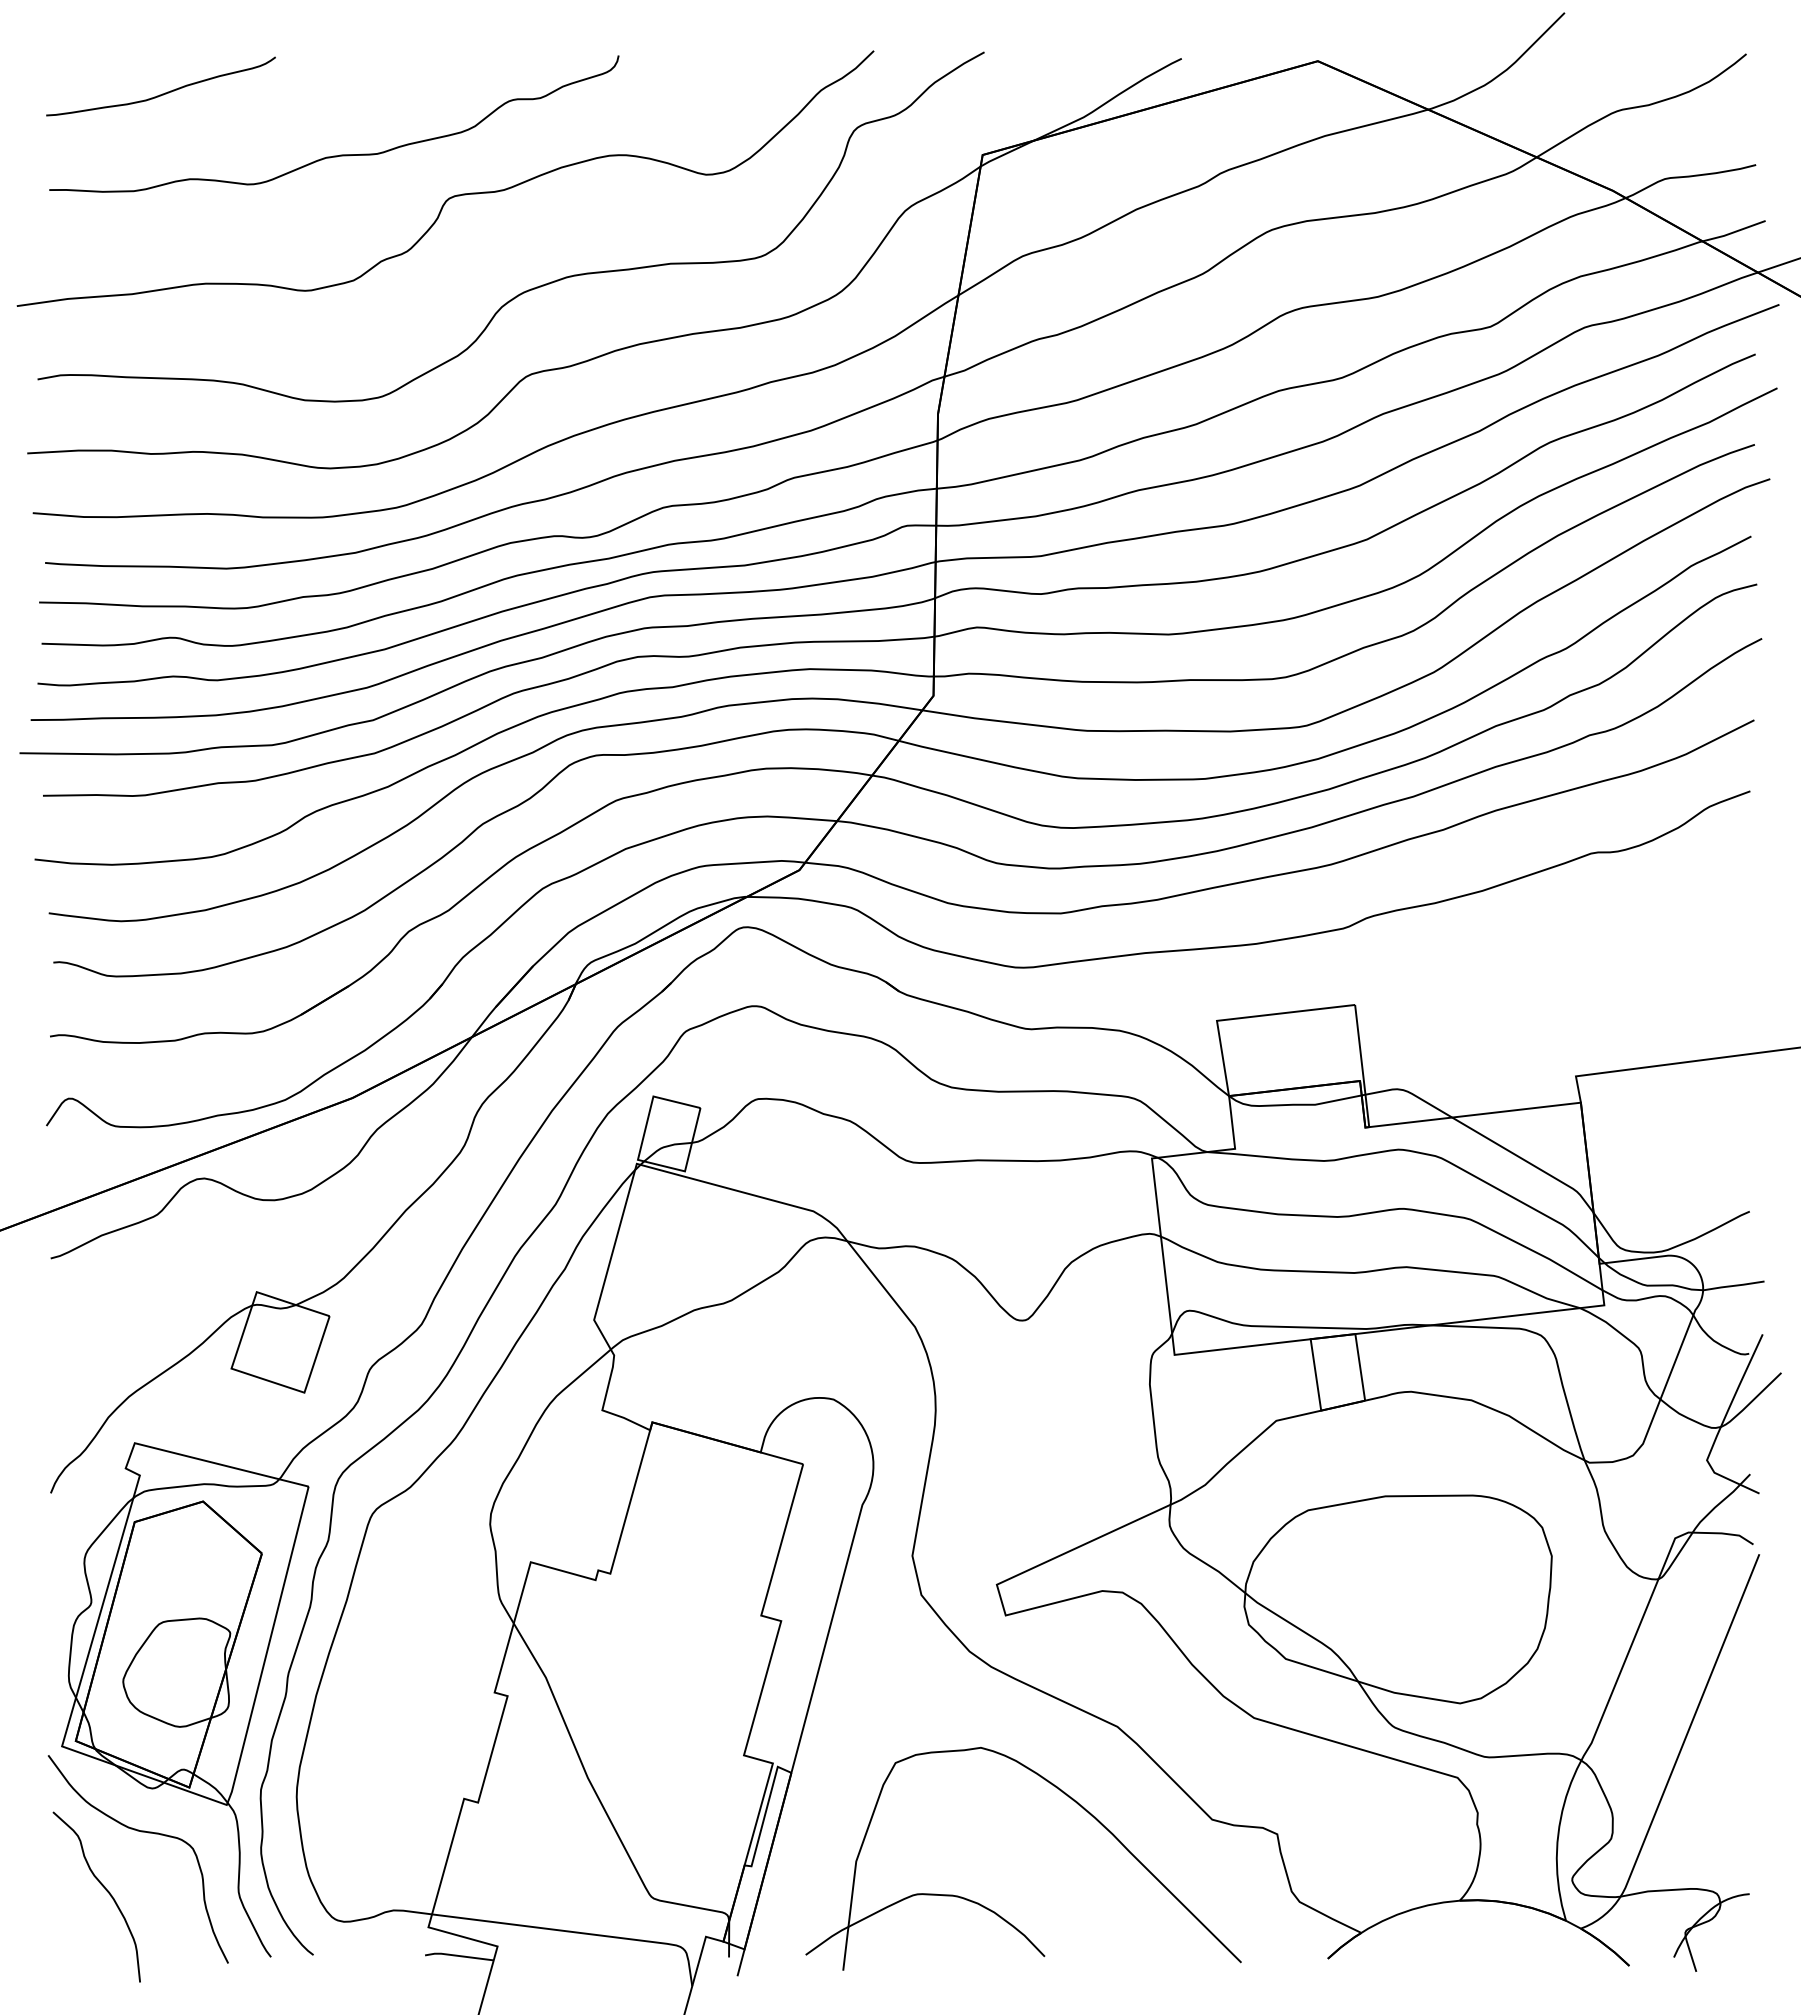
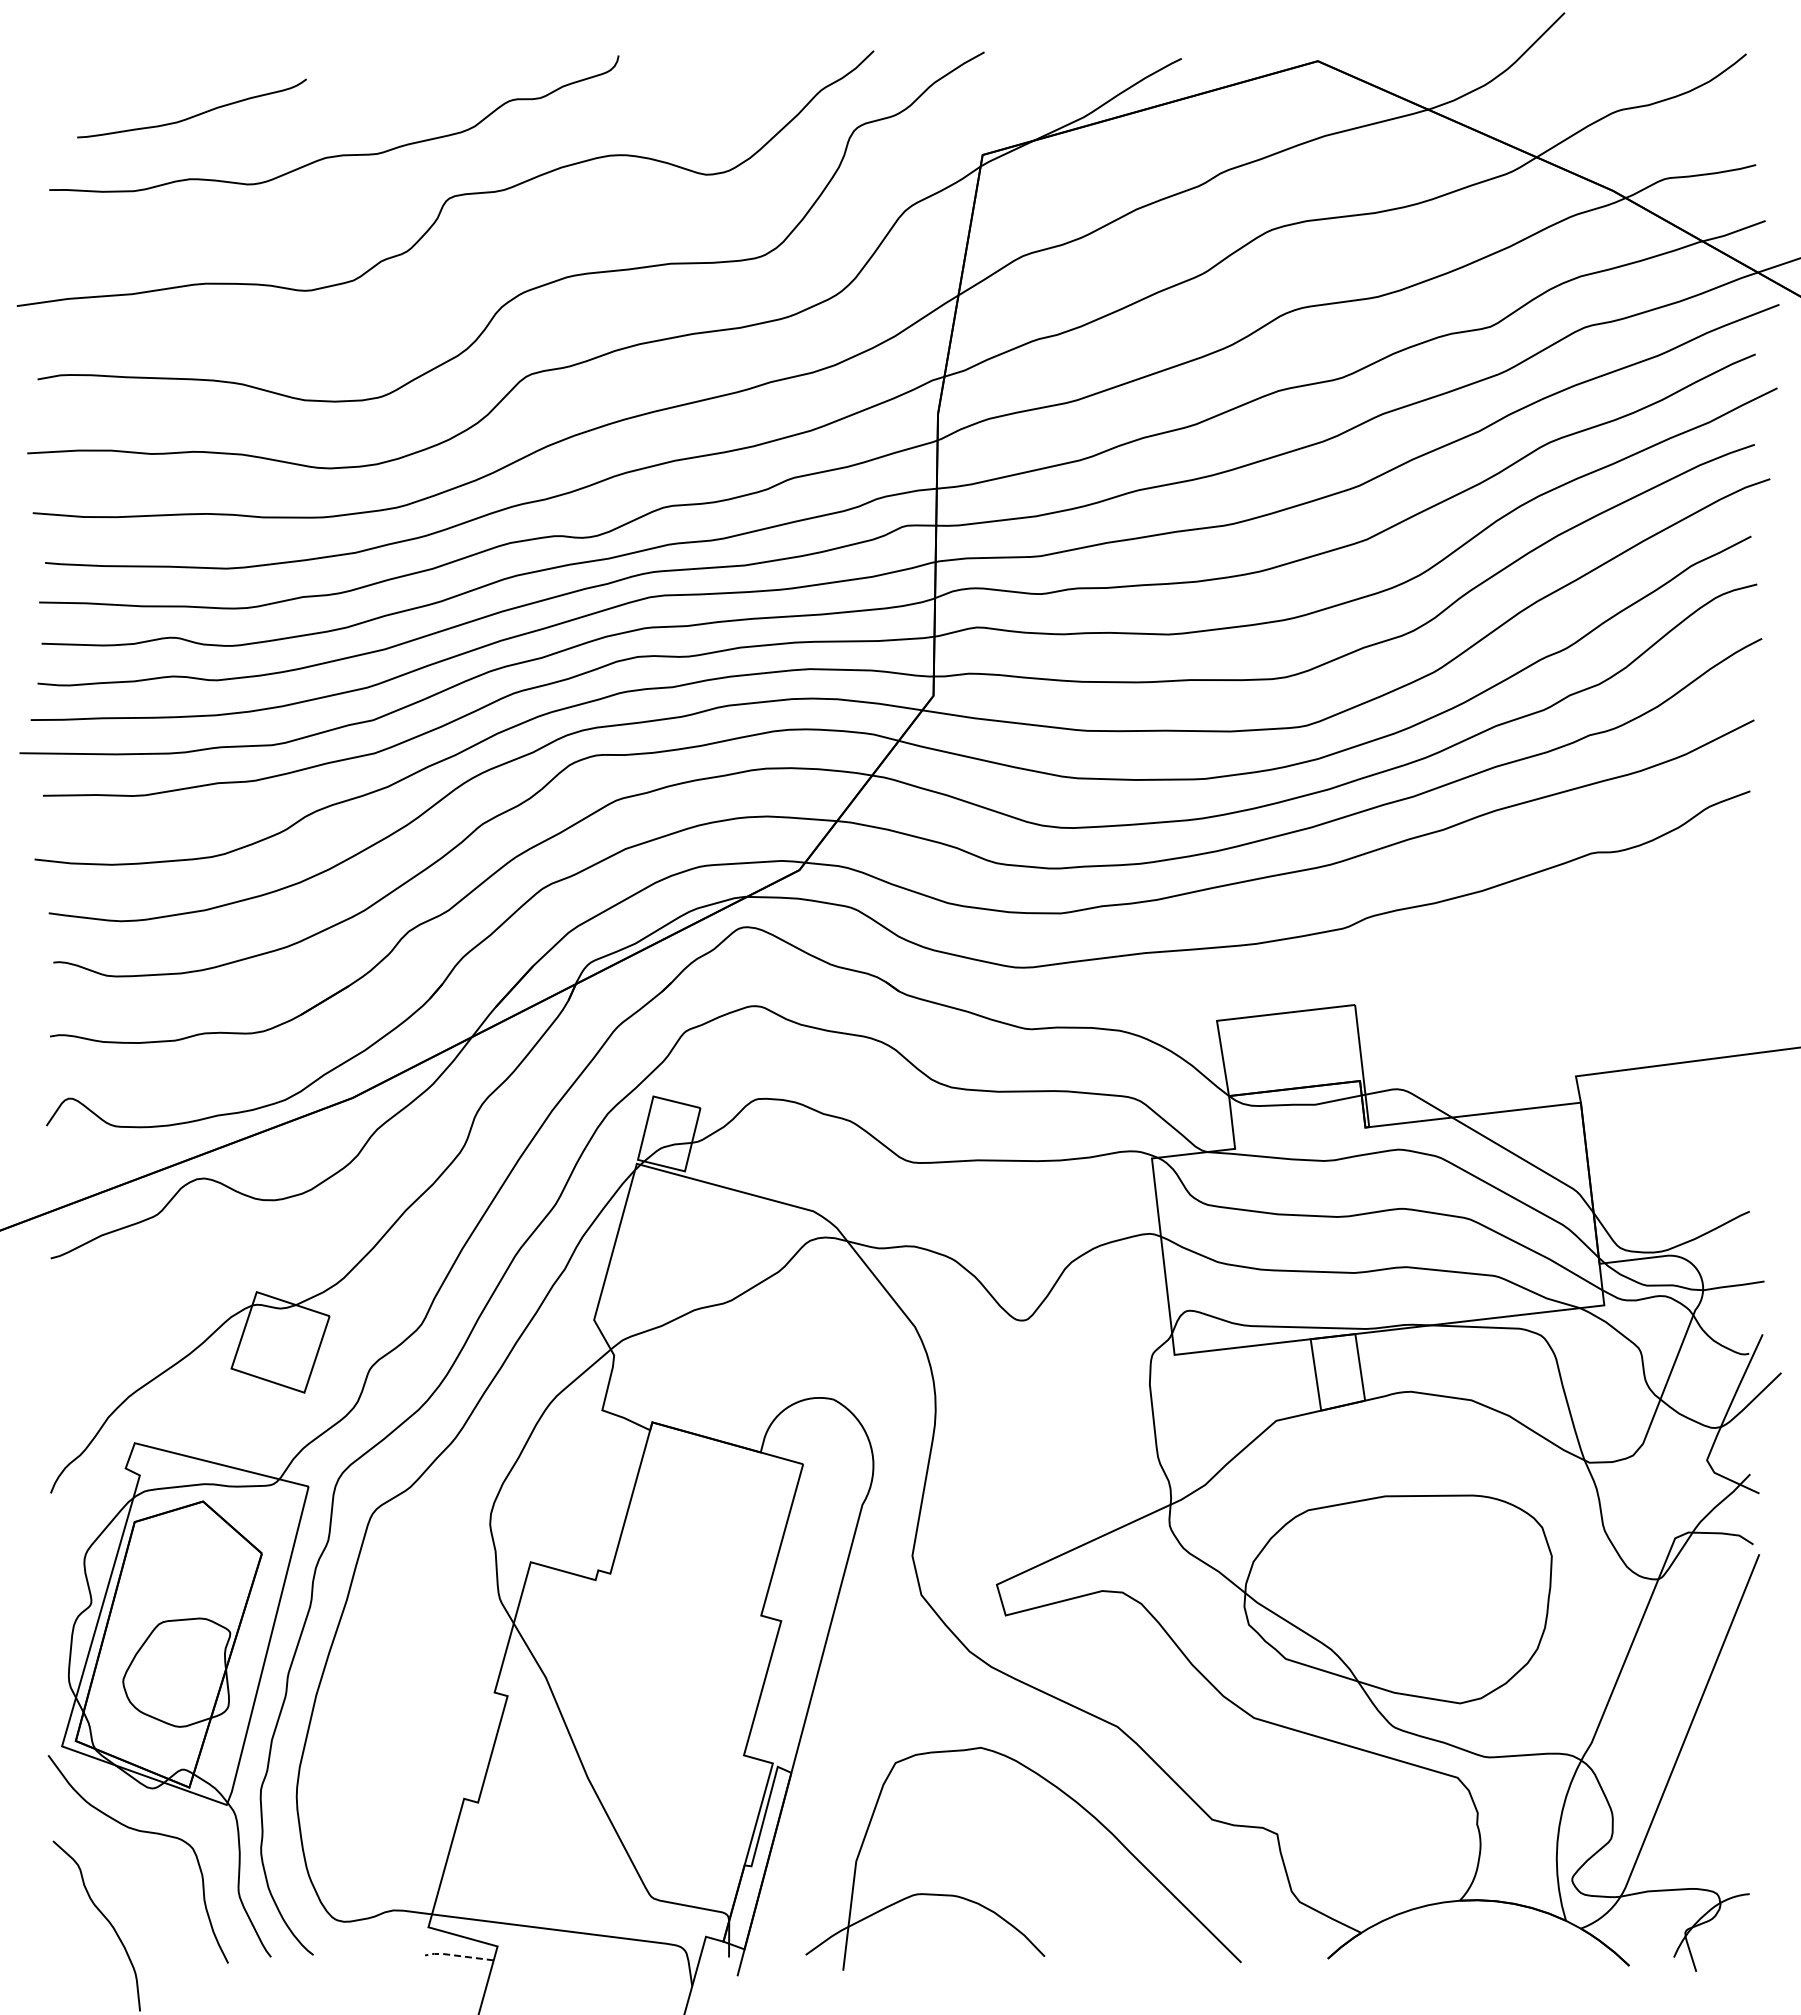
curve at (162, 93) position: (162, 93) -> (193, 115)
curve at (105, 1890) position: (105, 1890) -> (105, 1919)
line at (458, 1955): solid -> dashed
